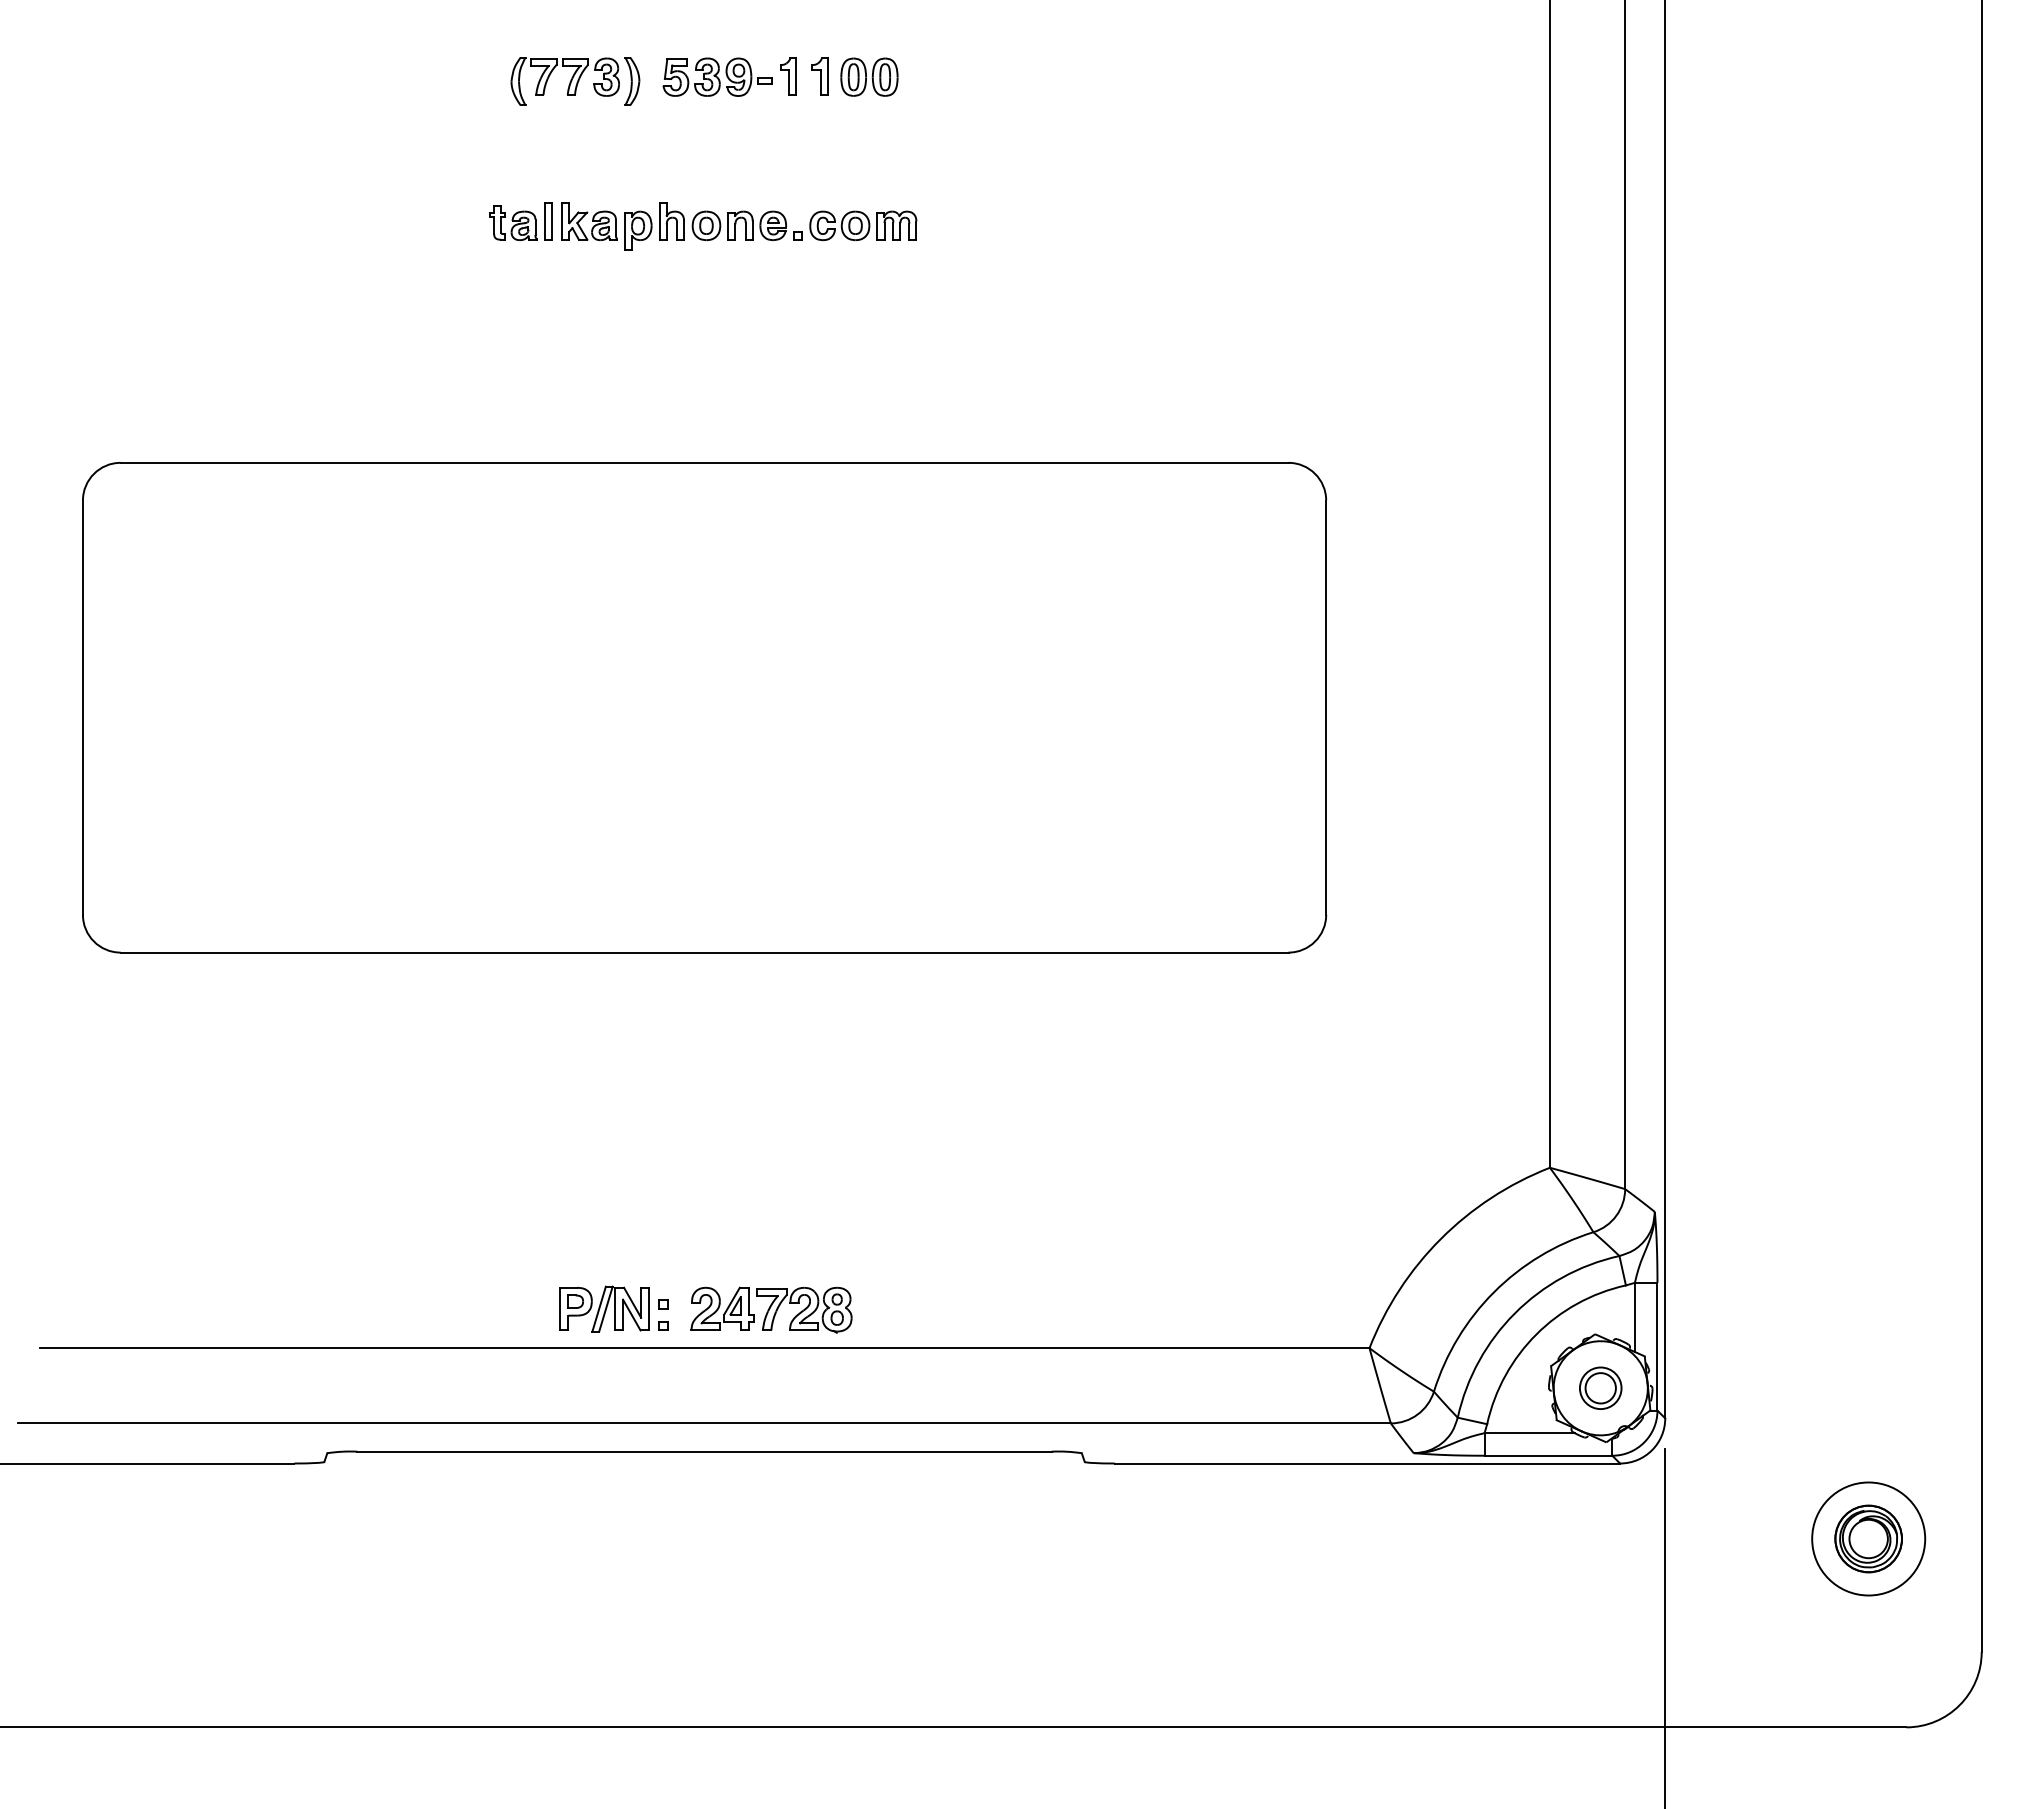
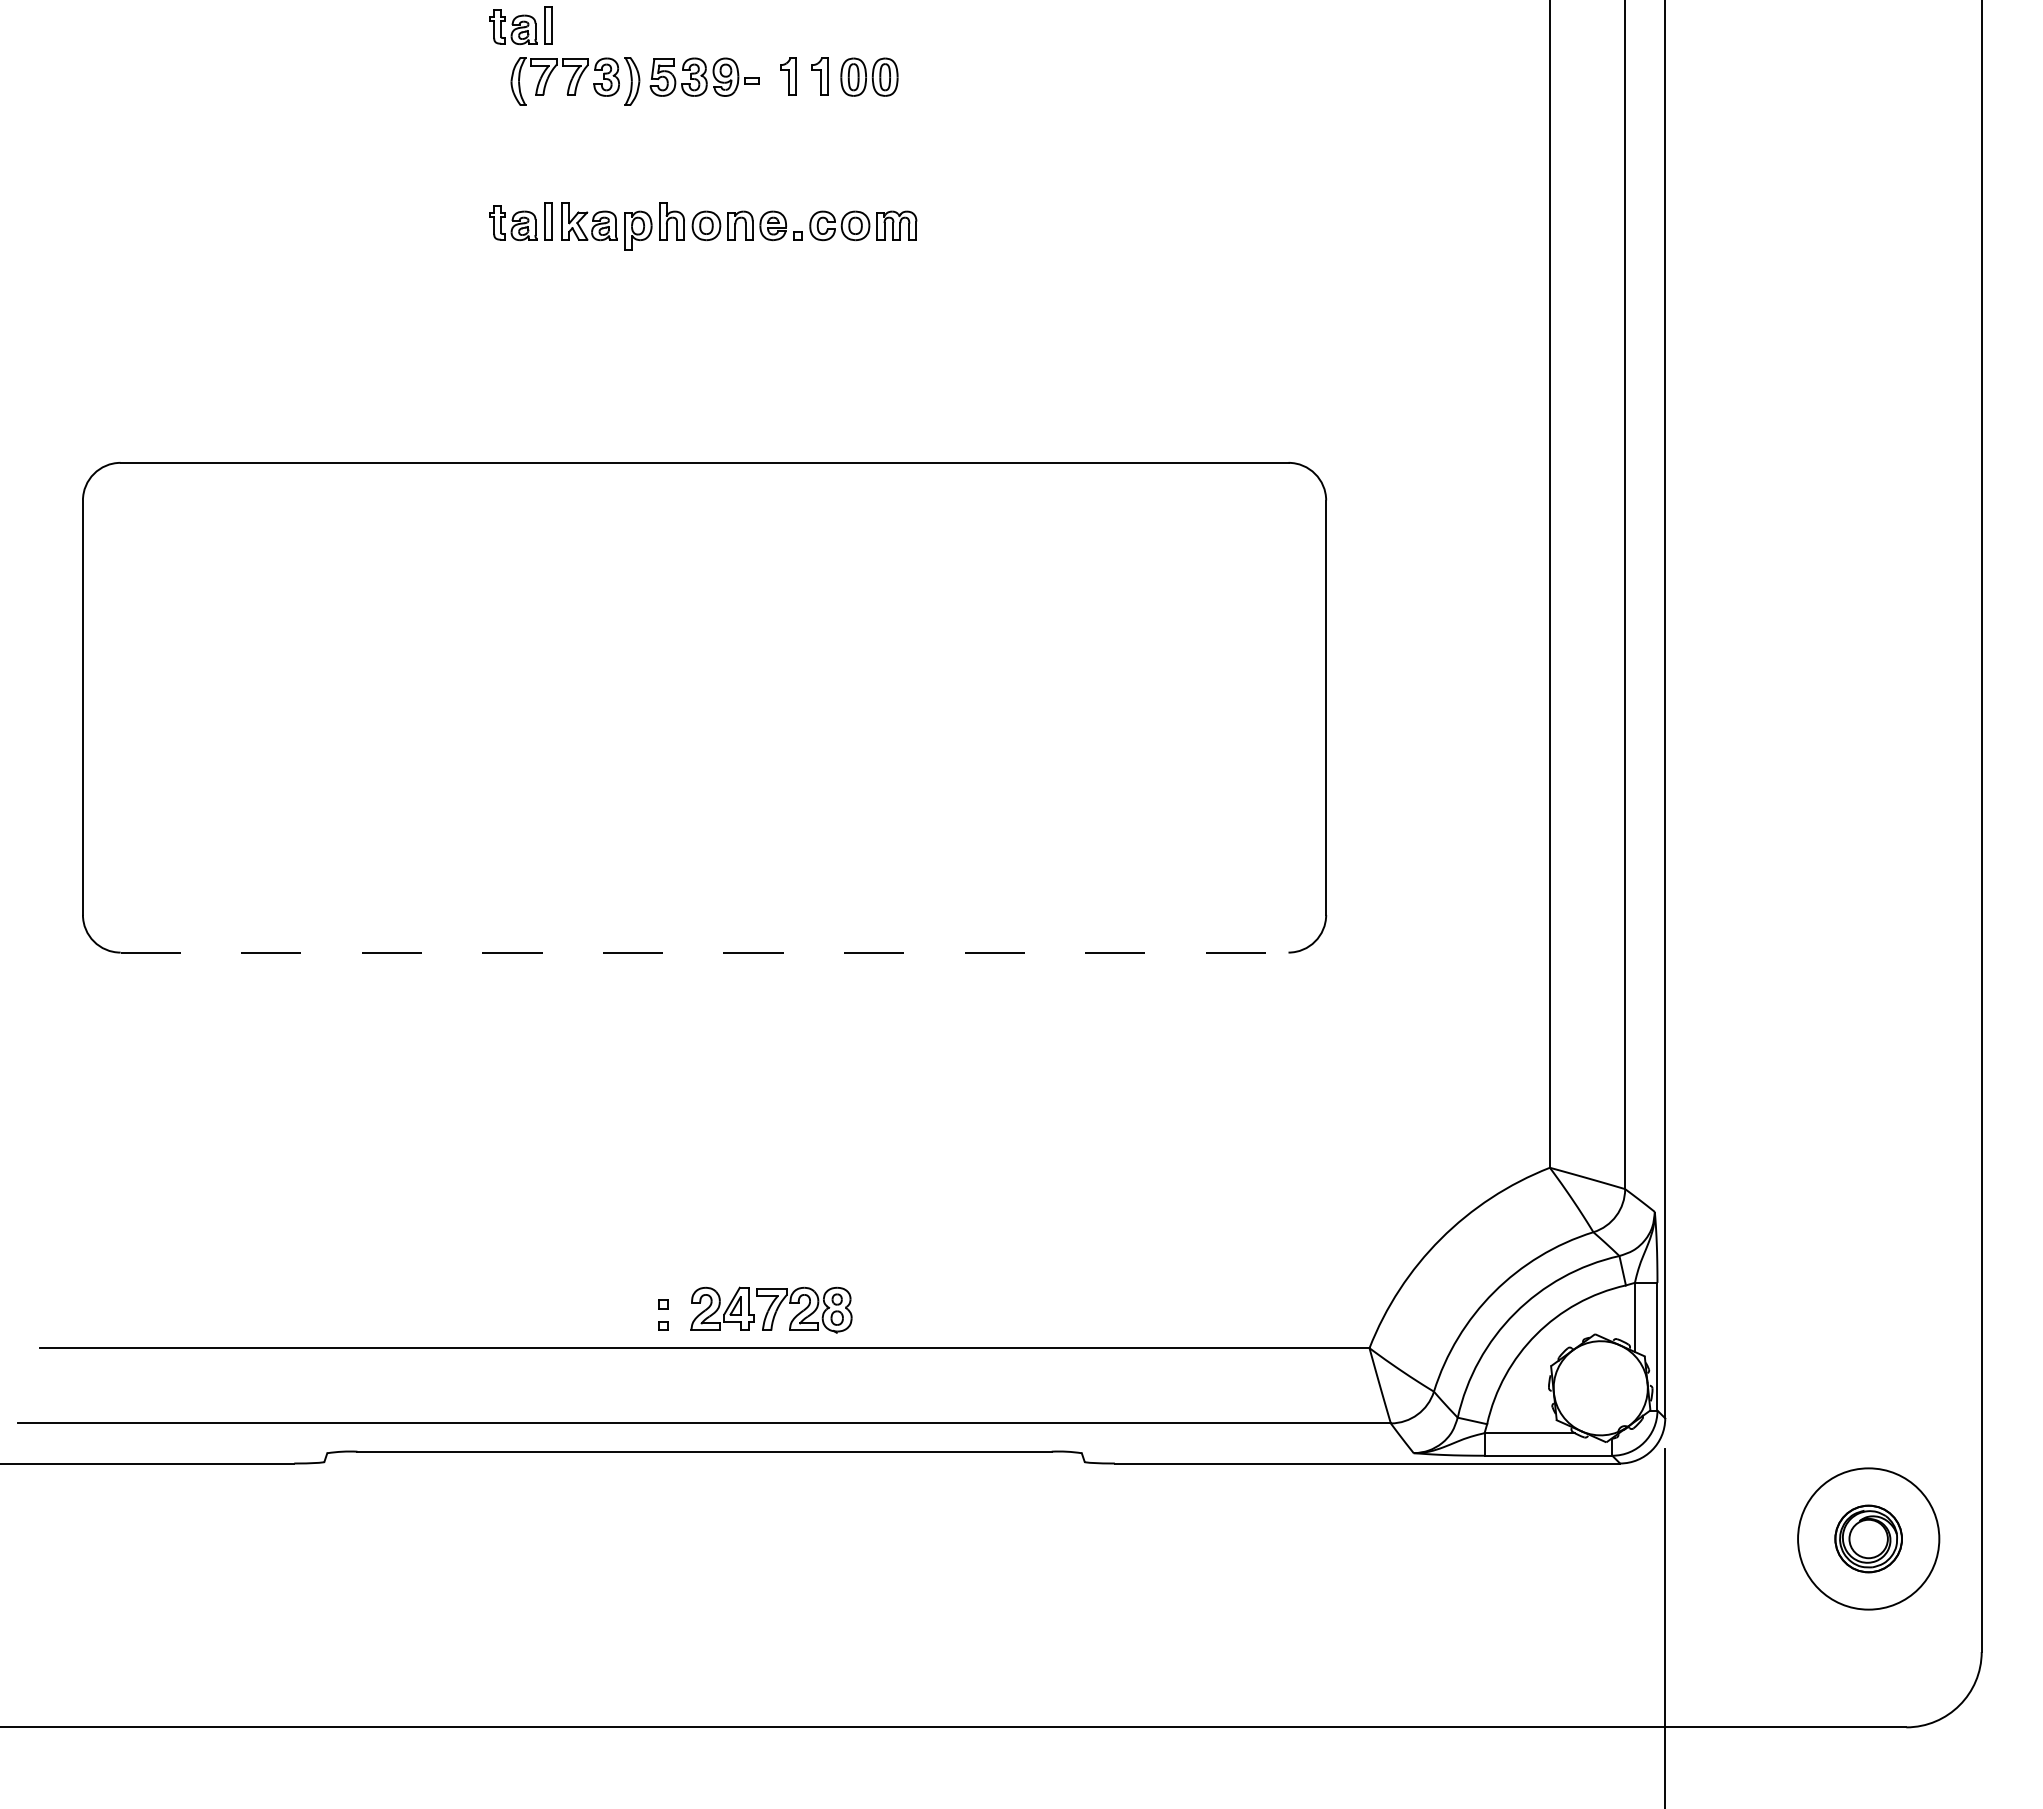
part at (520, 25): none -> present
part at (717, 76) position: (717, 76) -> (704, 76)
line at (704, 952): solid -> dashed
part at (604, 1308): present -> none
part at (1600, 1387): present -> none
circle at (1868, 1538) diameter: 113 px -> 141 px
